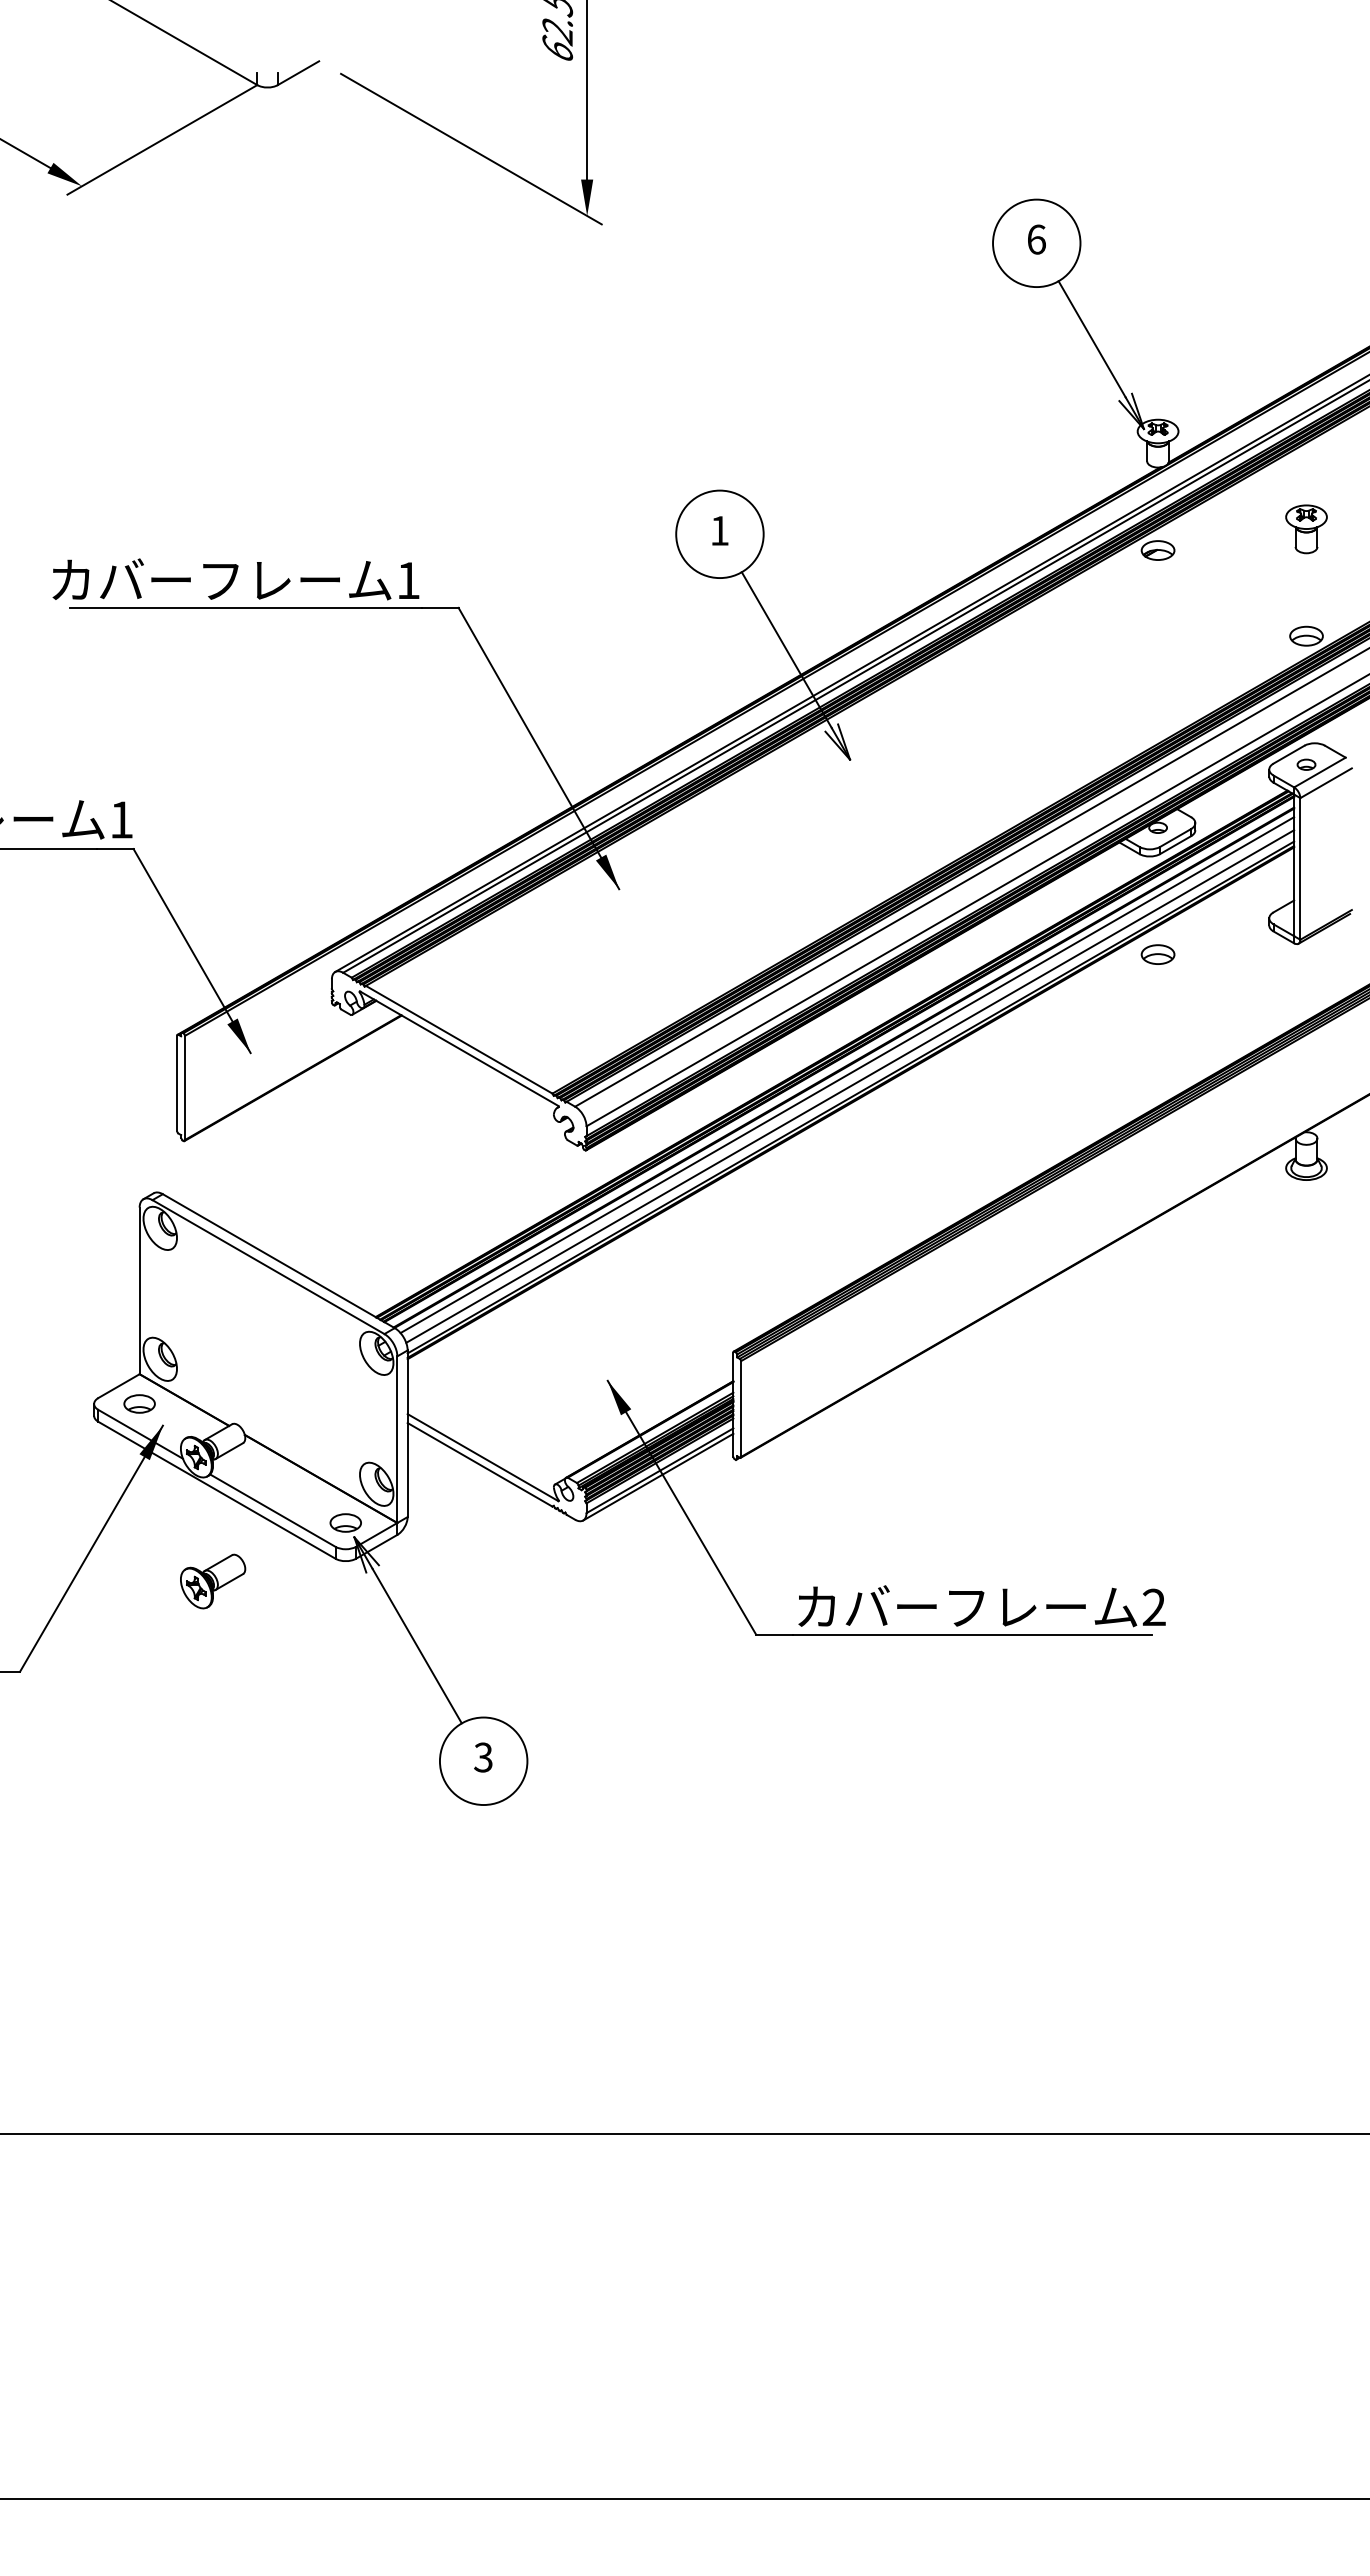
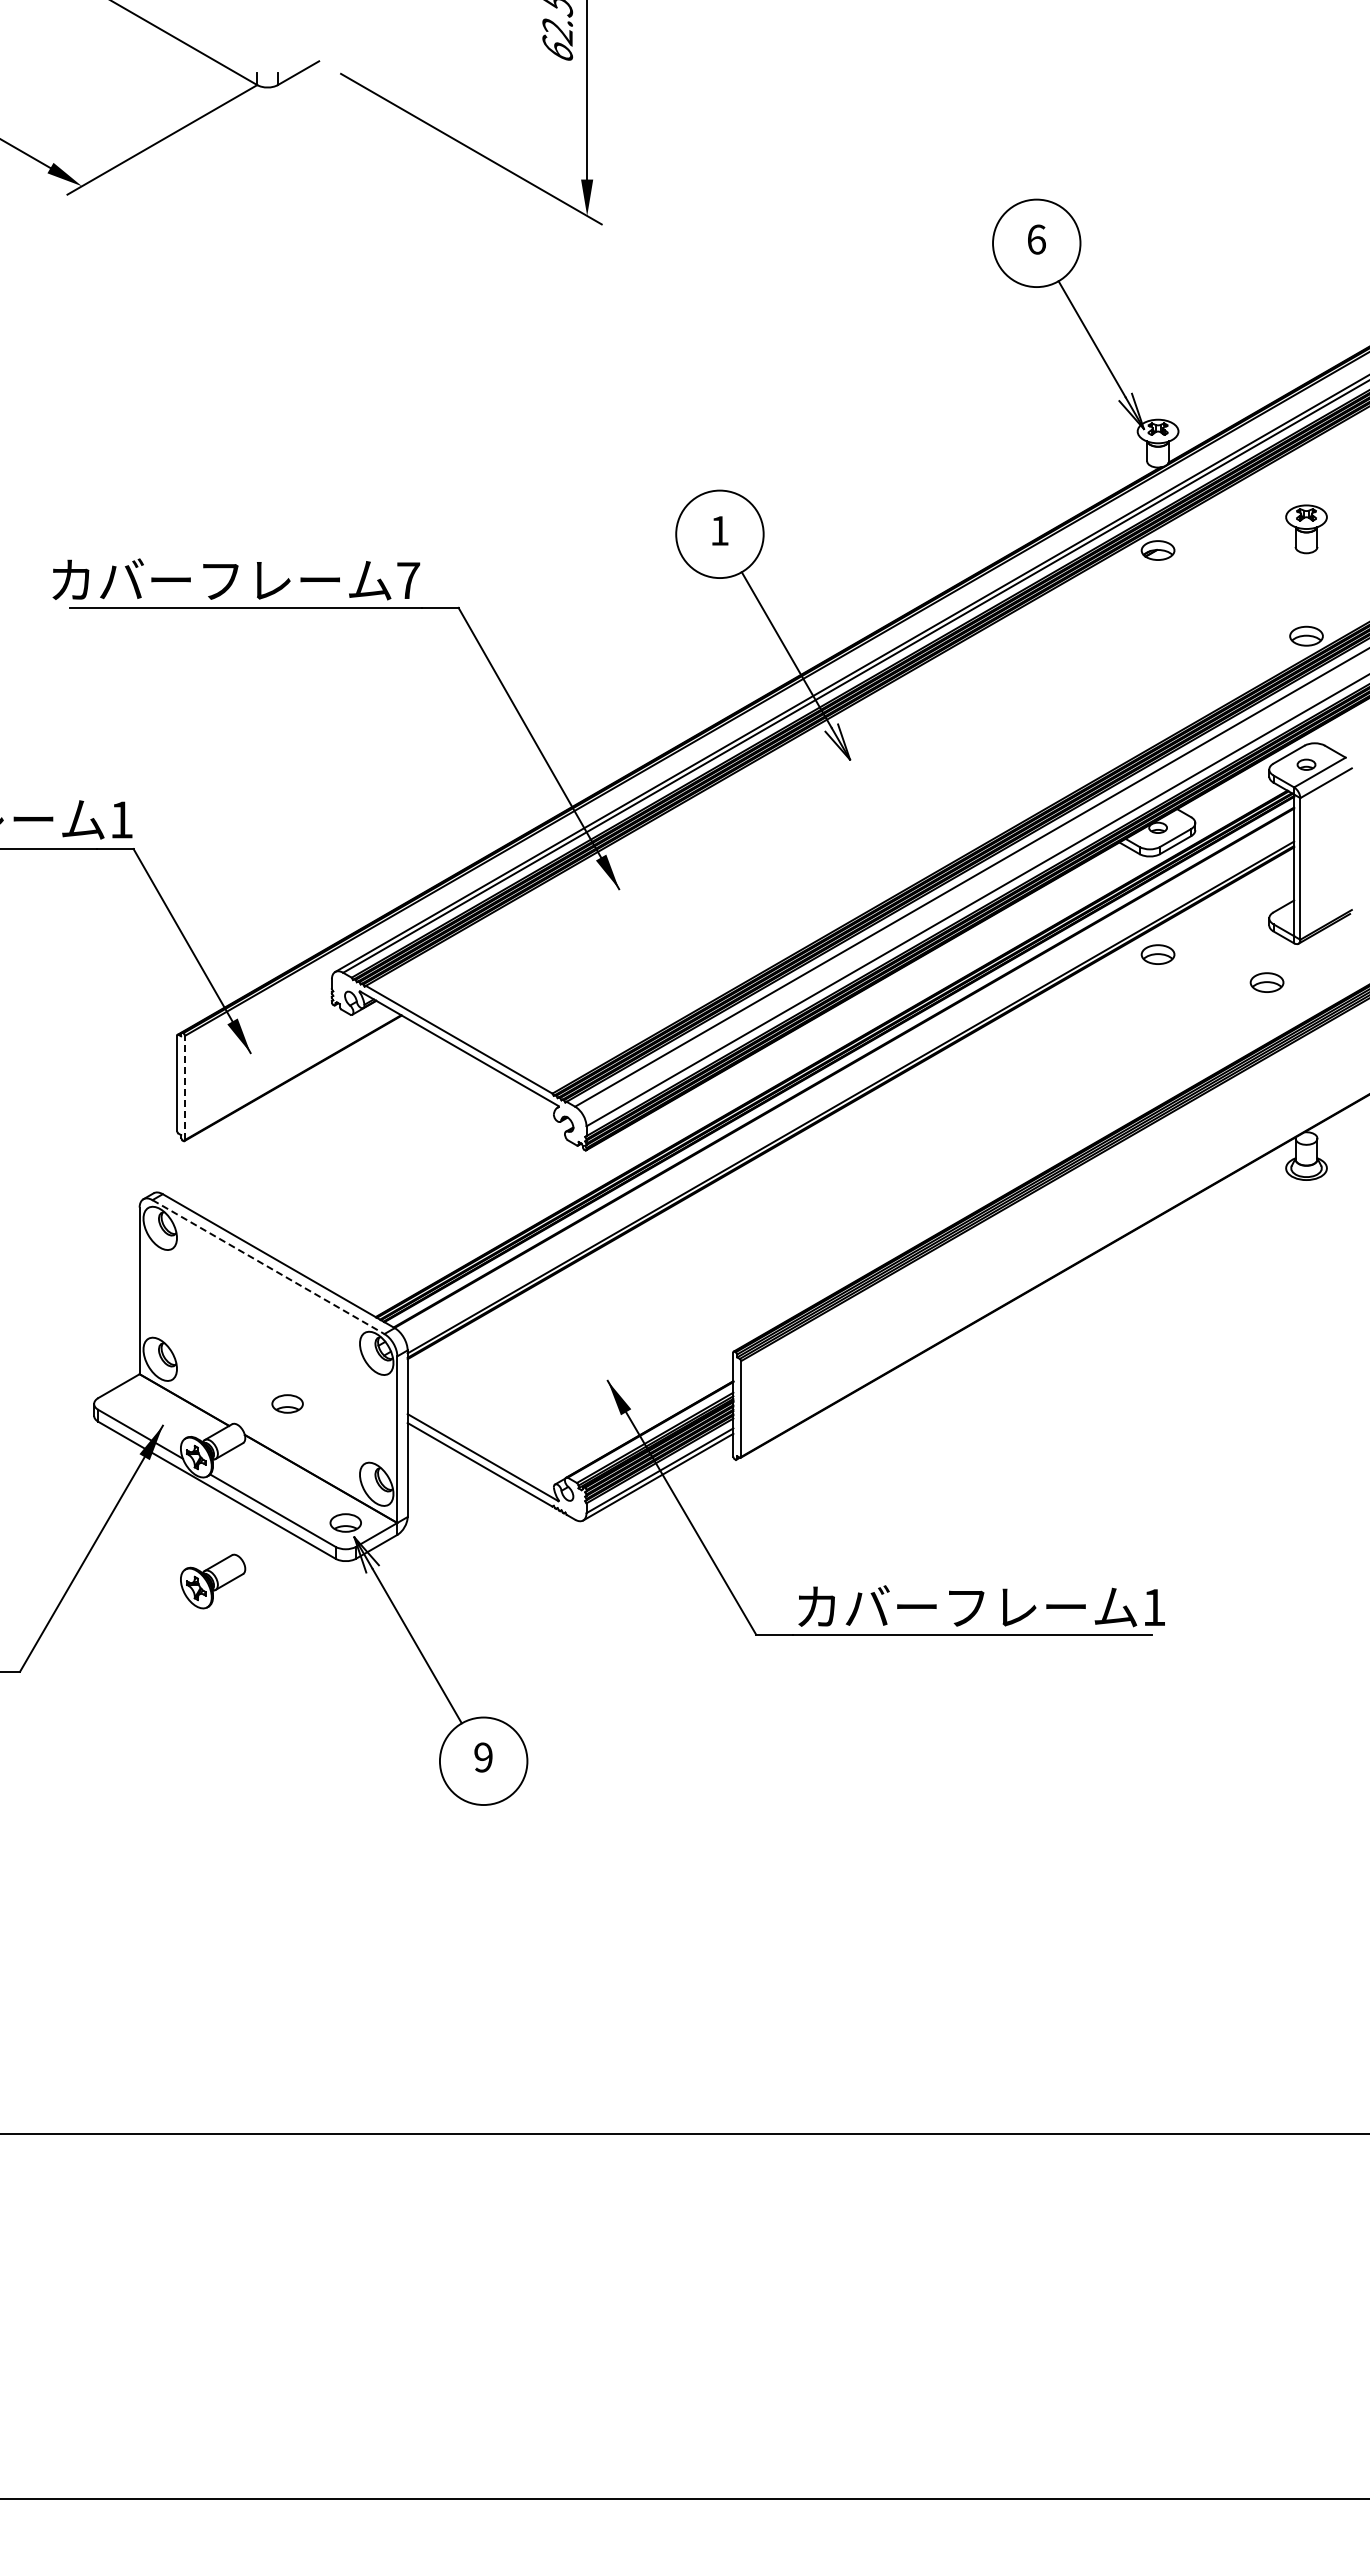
text at (408, 580): 1 -> 7
part at (1266, 982): none -> present
line at (847, 1075): present -> none
line at (850, 1086): present -> none
line at (185, 1087): solid -> dashed
line at (268, 1267): solid -> dashed
part at (139, 1403) position: (139, 1403) -> (287, 1403)
text at (1153, 1606): 2 -> 1
text at (483, 1757): 3 -> 9
